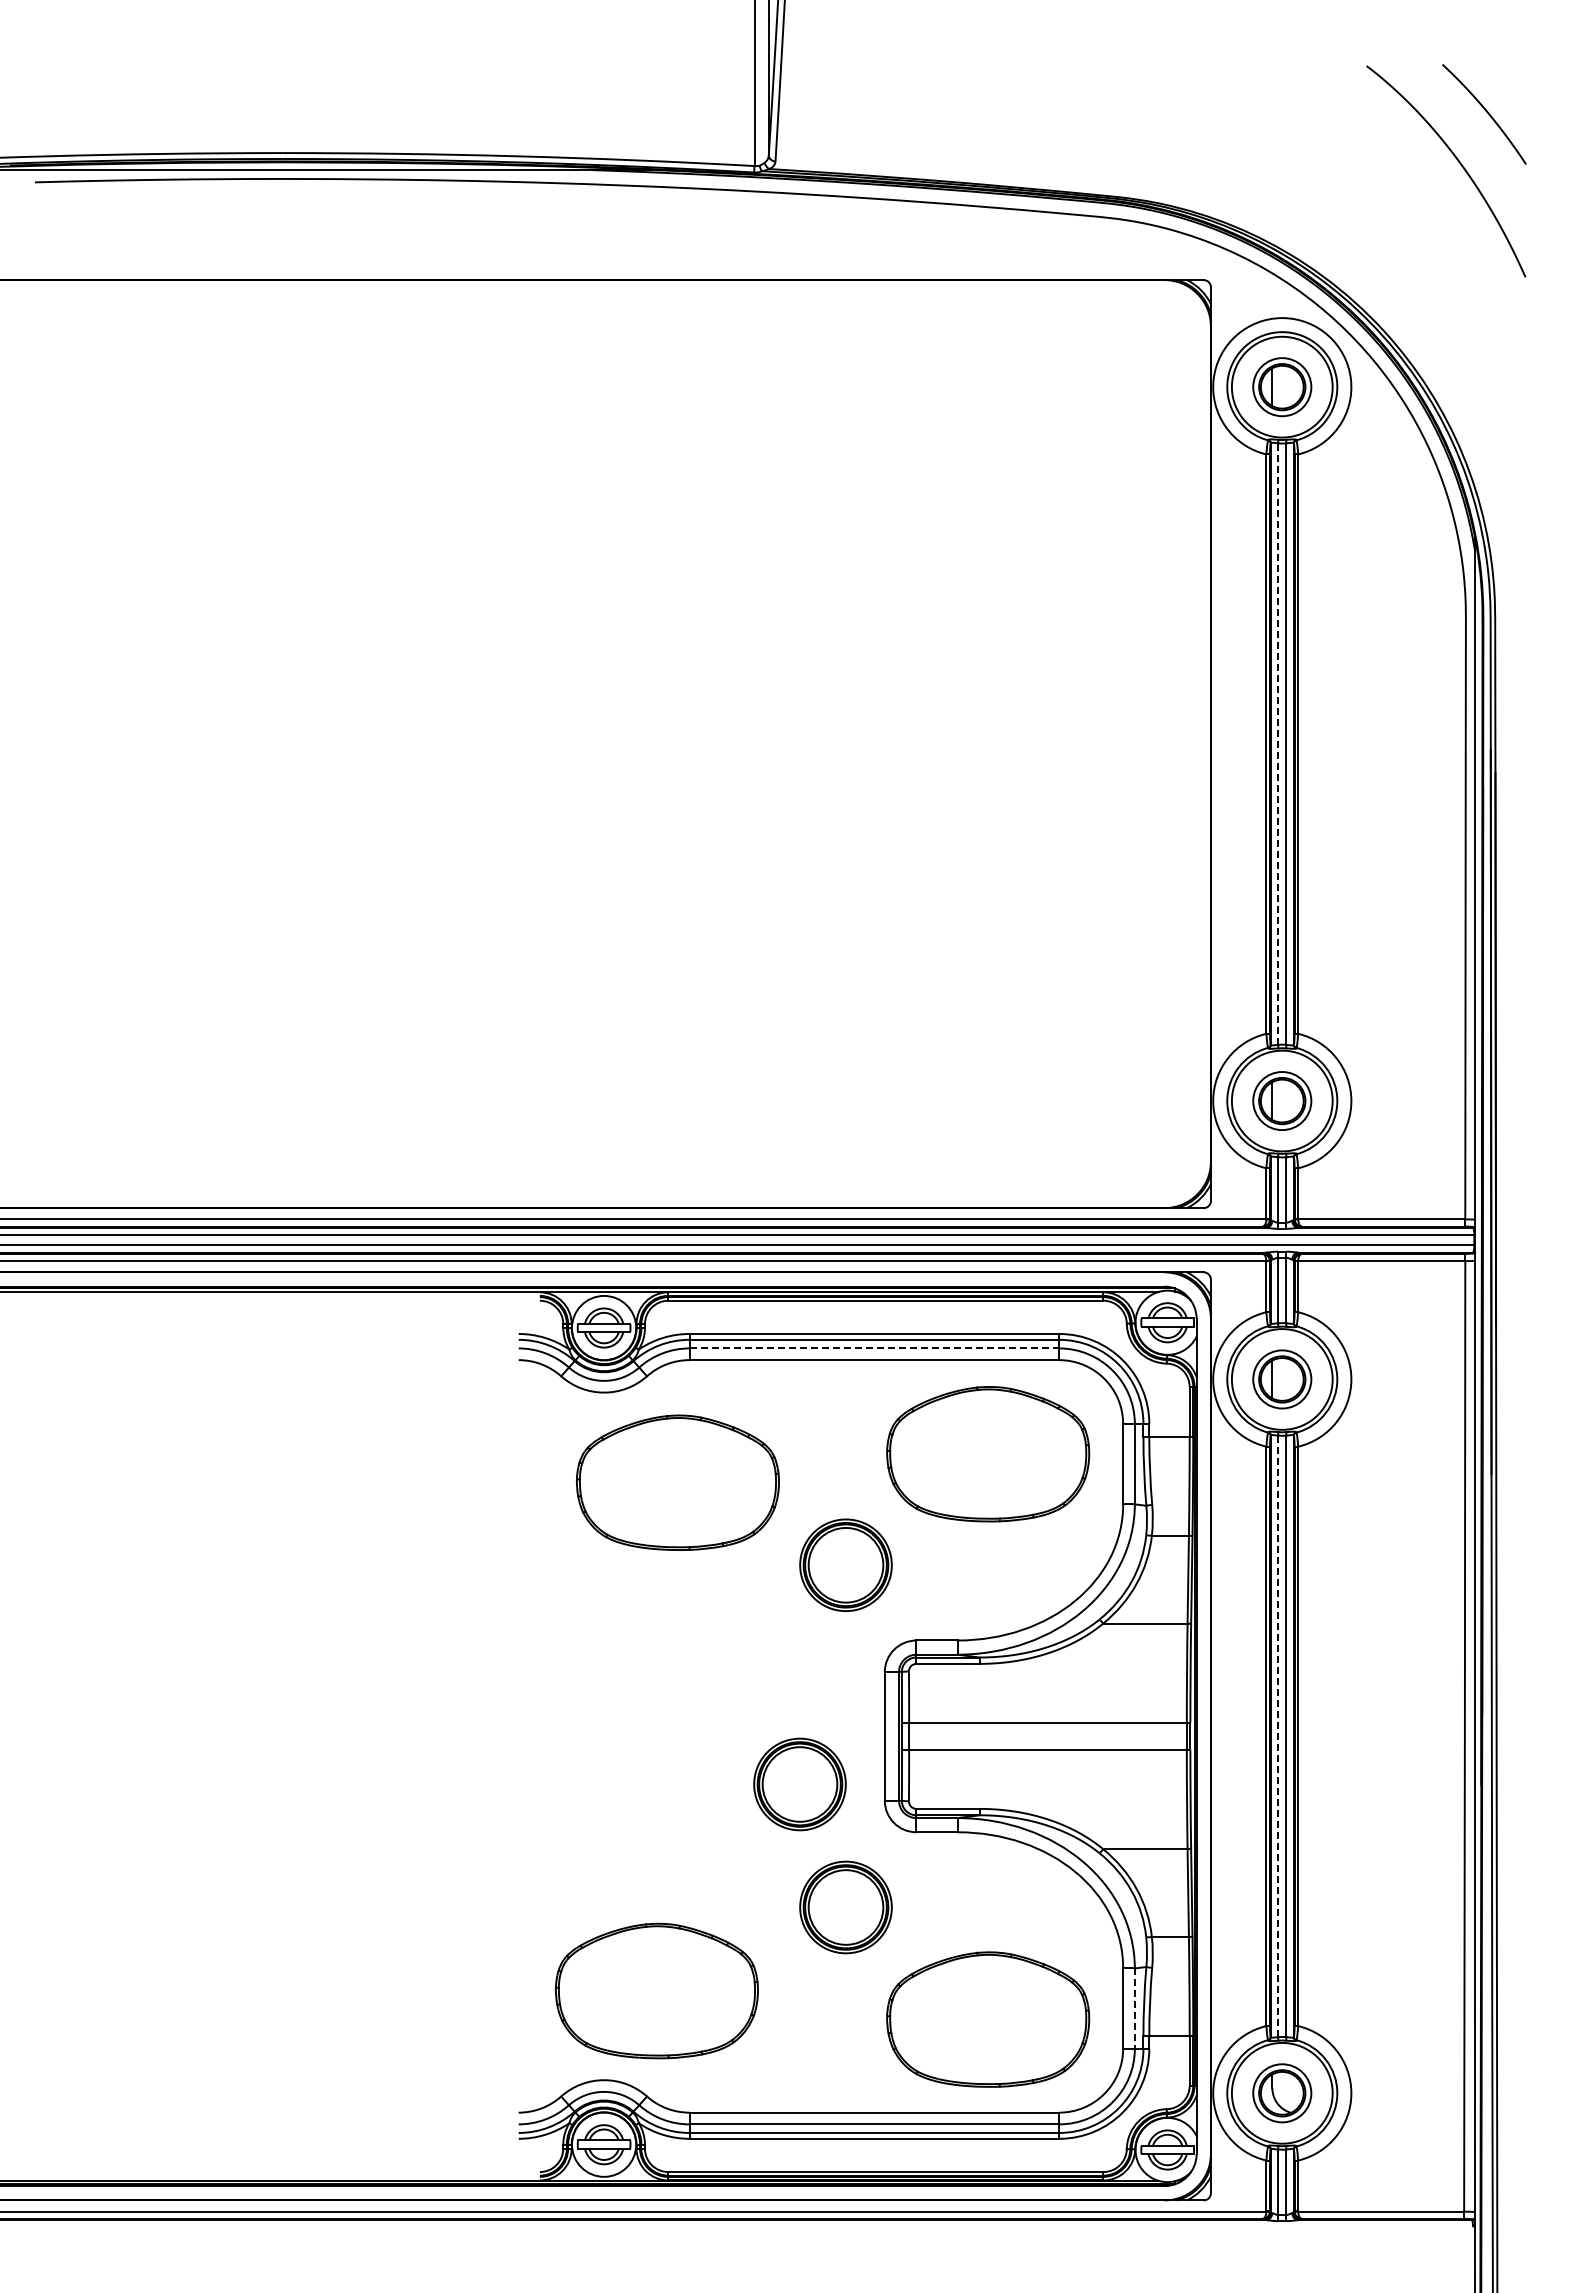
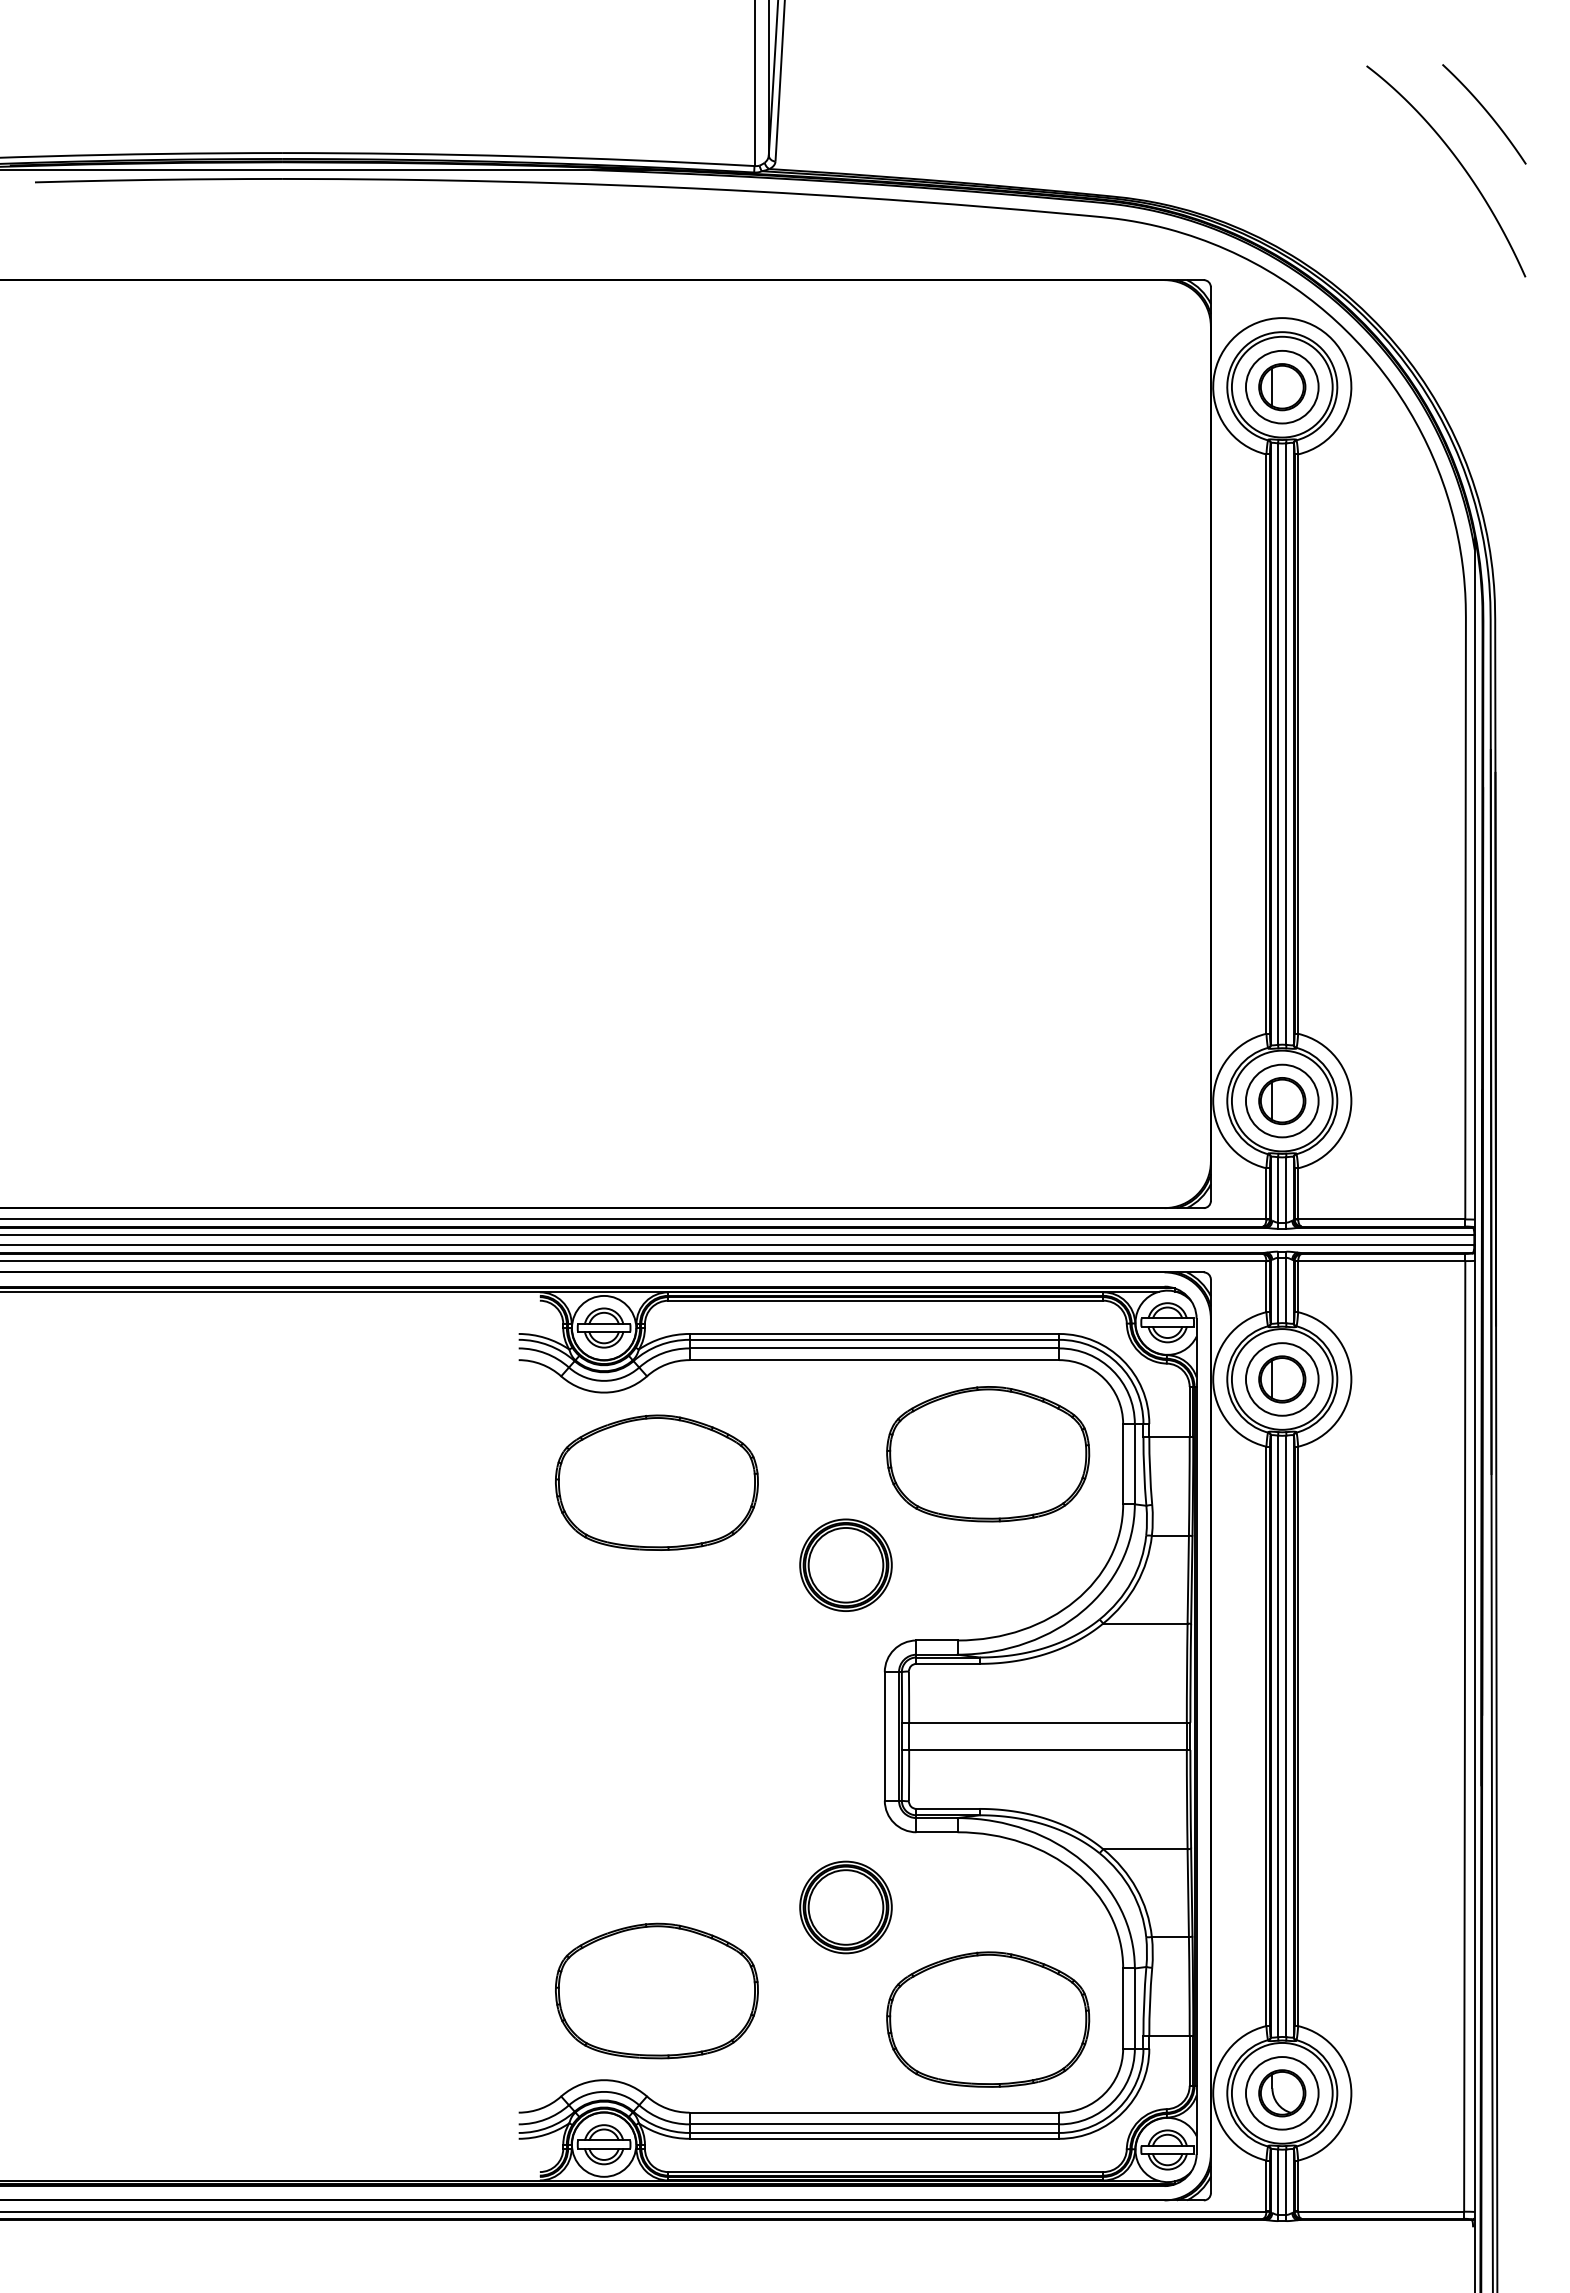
circle at (1282, 387) diameter: 58 px -> 73 px
line at (1278, 744): dashed -> solid
circle at (1282, 1101) diameter: 58 px -> 73 px
line at (874, 1348): dashed -> solid
circle at (1282, 1379) diameter: 58 px -> 73 px
part at (677, 1482) position: (677, 1482) -> (656, 1482)
line at (1278, 1736): dashed -> solid
part at (799, 1784): present -> none
line at (1134, 2009): dashed -> solid
circle at (1282, 2093) diameter: 58 px -> 73 px
